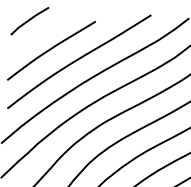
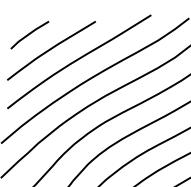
line at (29, 21) position: (29, 21) -> (29, 35)
